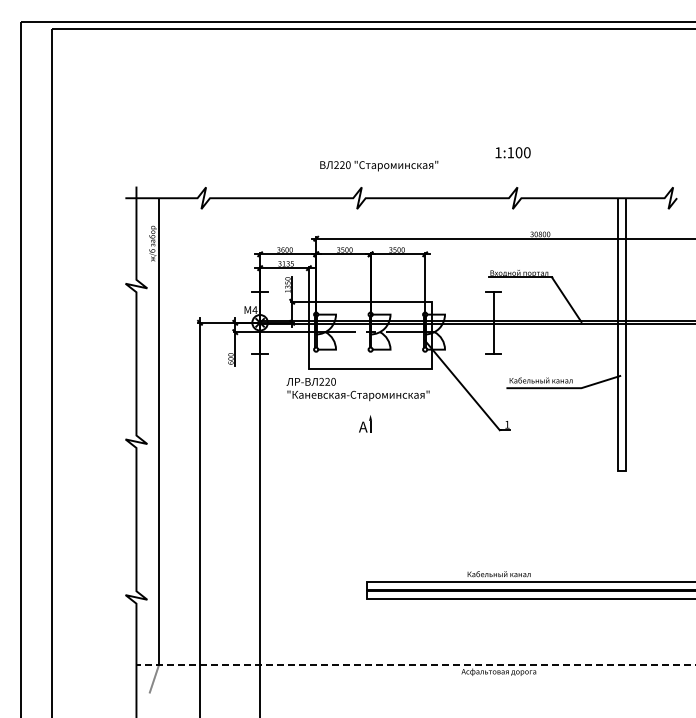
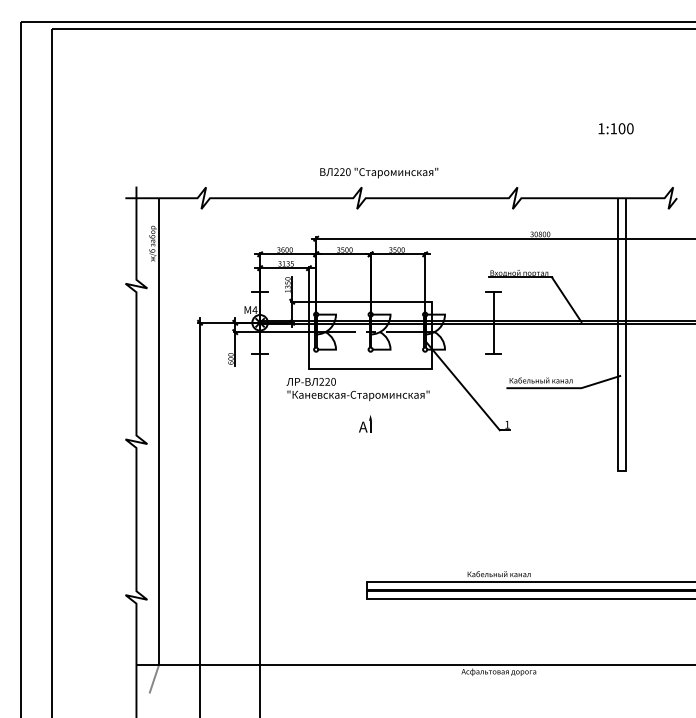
text at (512, 152) position: (512, 152) -> (615, 128)
text at (379, 165) position: (379, 165) -> (379, 172)
line at (416, 665): dashed -> solid
